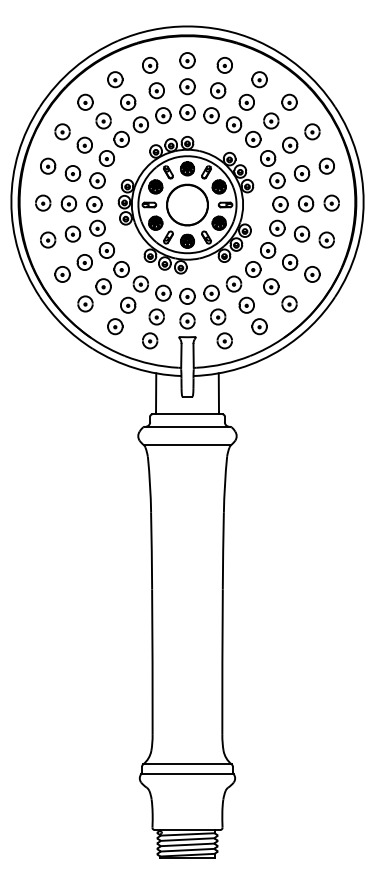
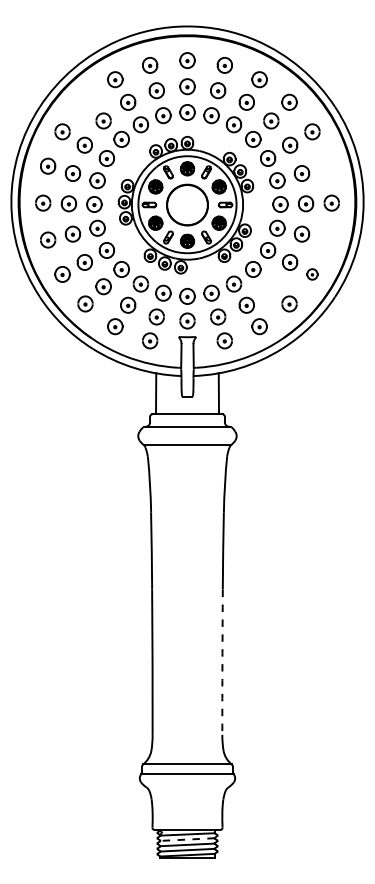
part at (85, 101): present -> none
part at (326, 165): present -> none
part at (326, 239): present -> none
part at (312, 274) size: 17x17 px -> 13x13 px
part at (271, 286): present -> none
arc at (222, 662): solid -> dashed
line at (187, 839): solid -> dashed
